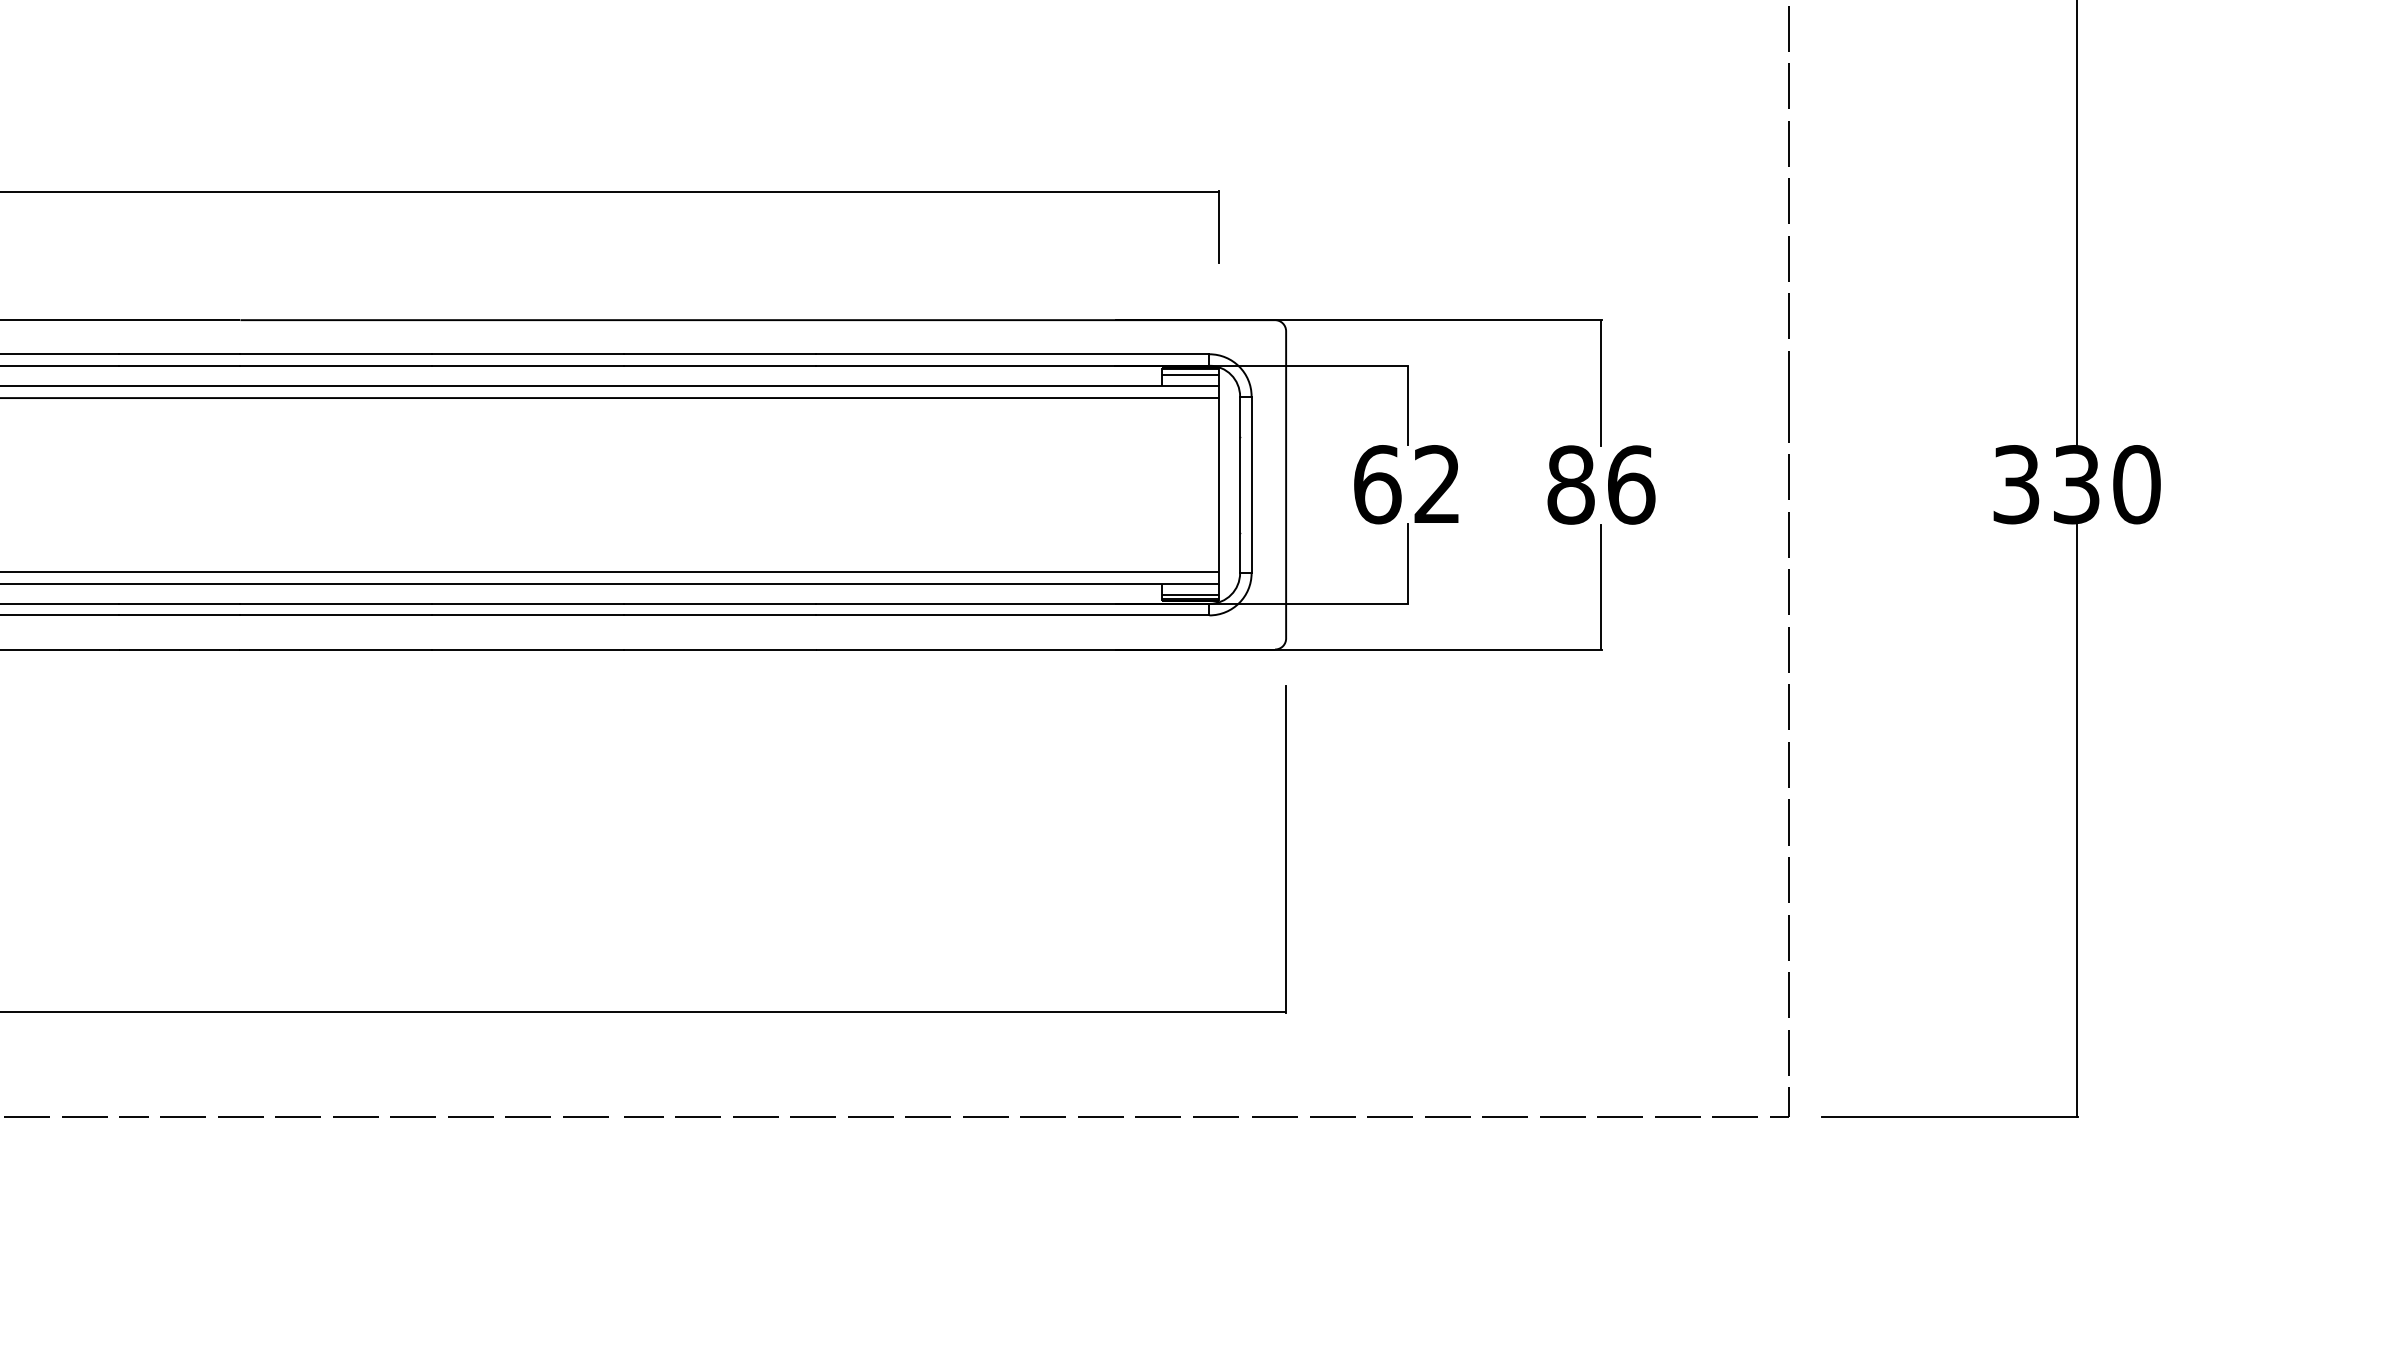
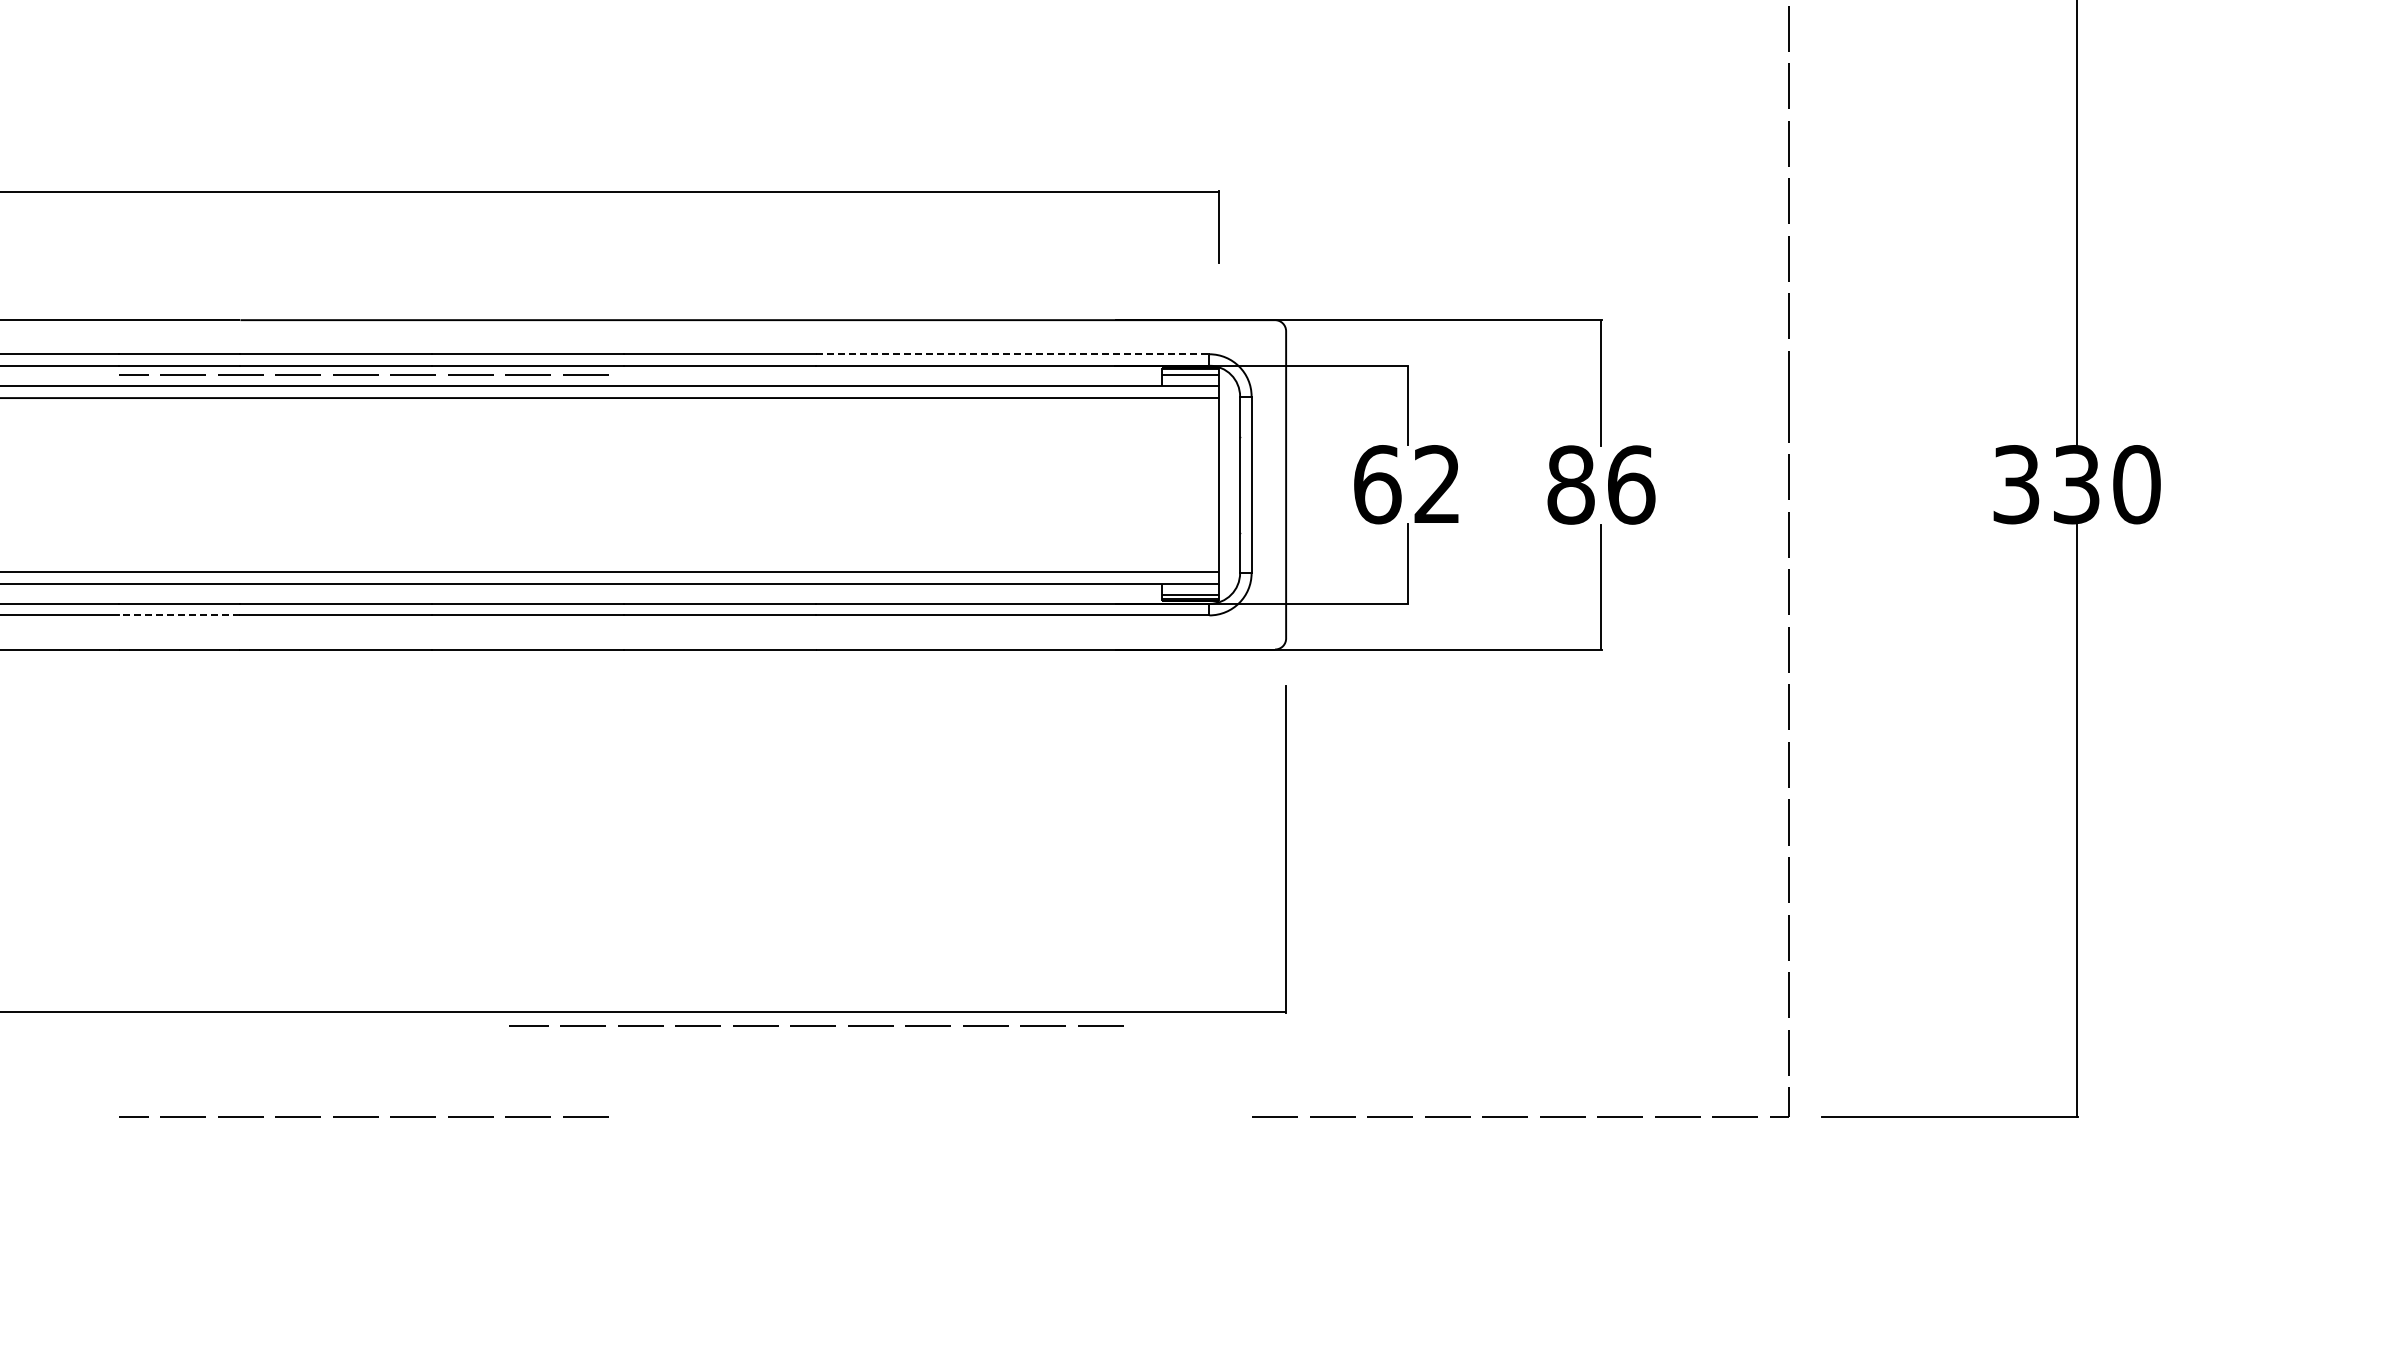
line at (1012, 354): solid -> dashed
line at (363, 374): none -> present
line at (179, 615): solid -> dashed
line at (931, 1116) position: (931, 1116) -> (816, 1025)
line at (54, 1117): present -> none
